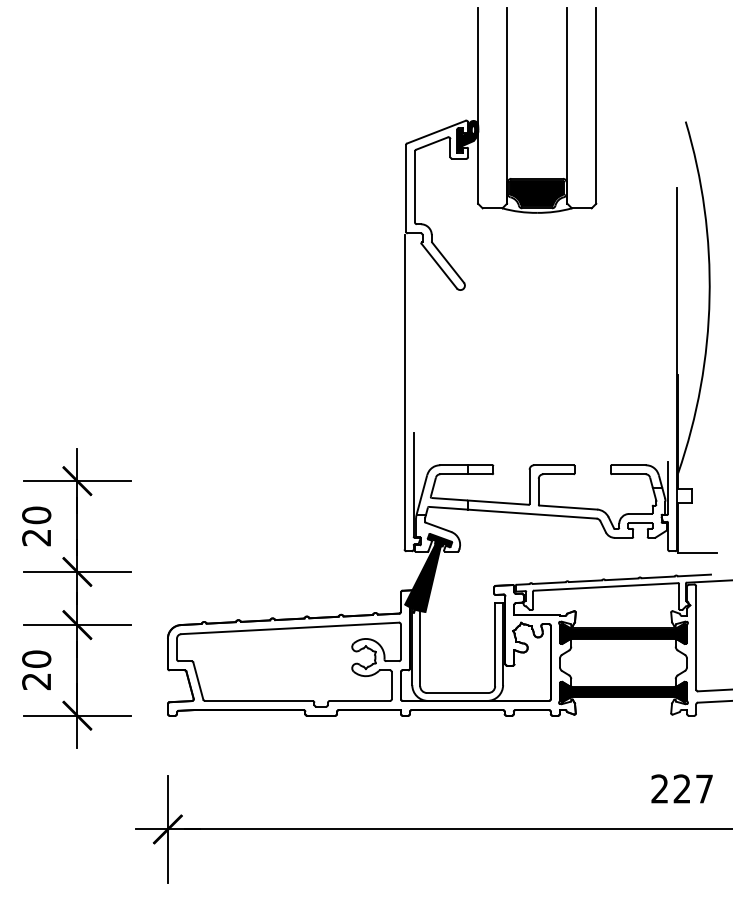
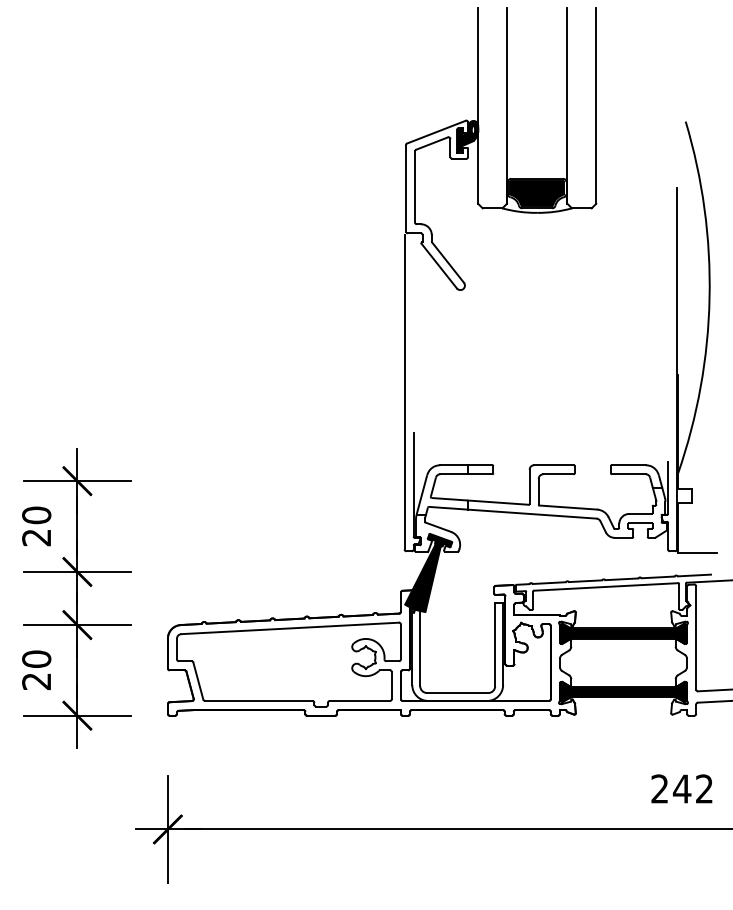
text at (692, 788): 227 -> 242
